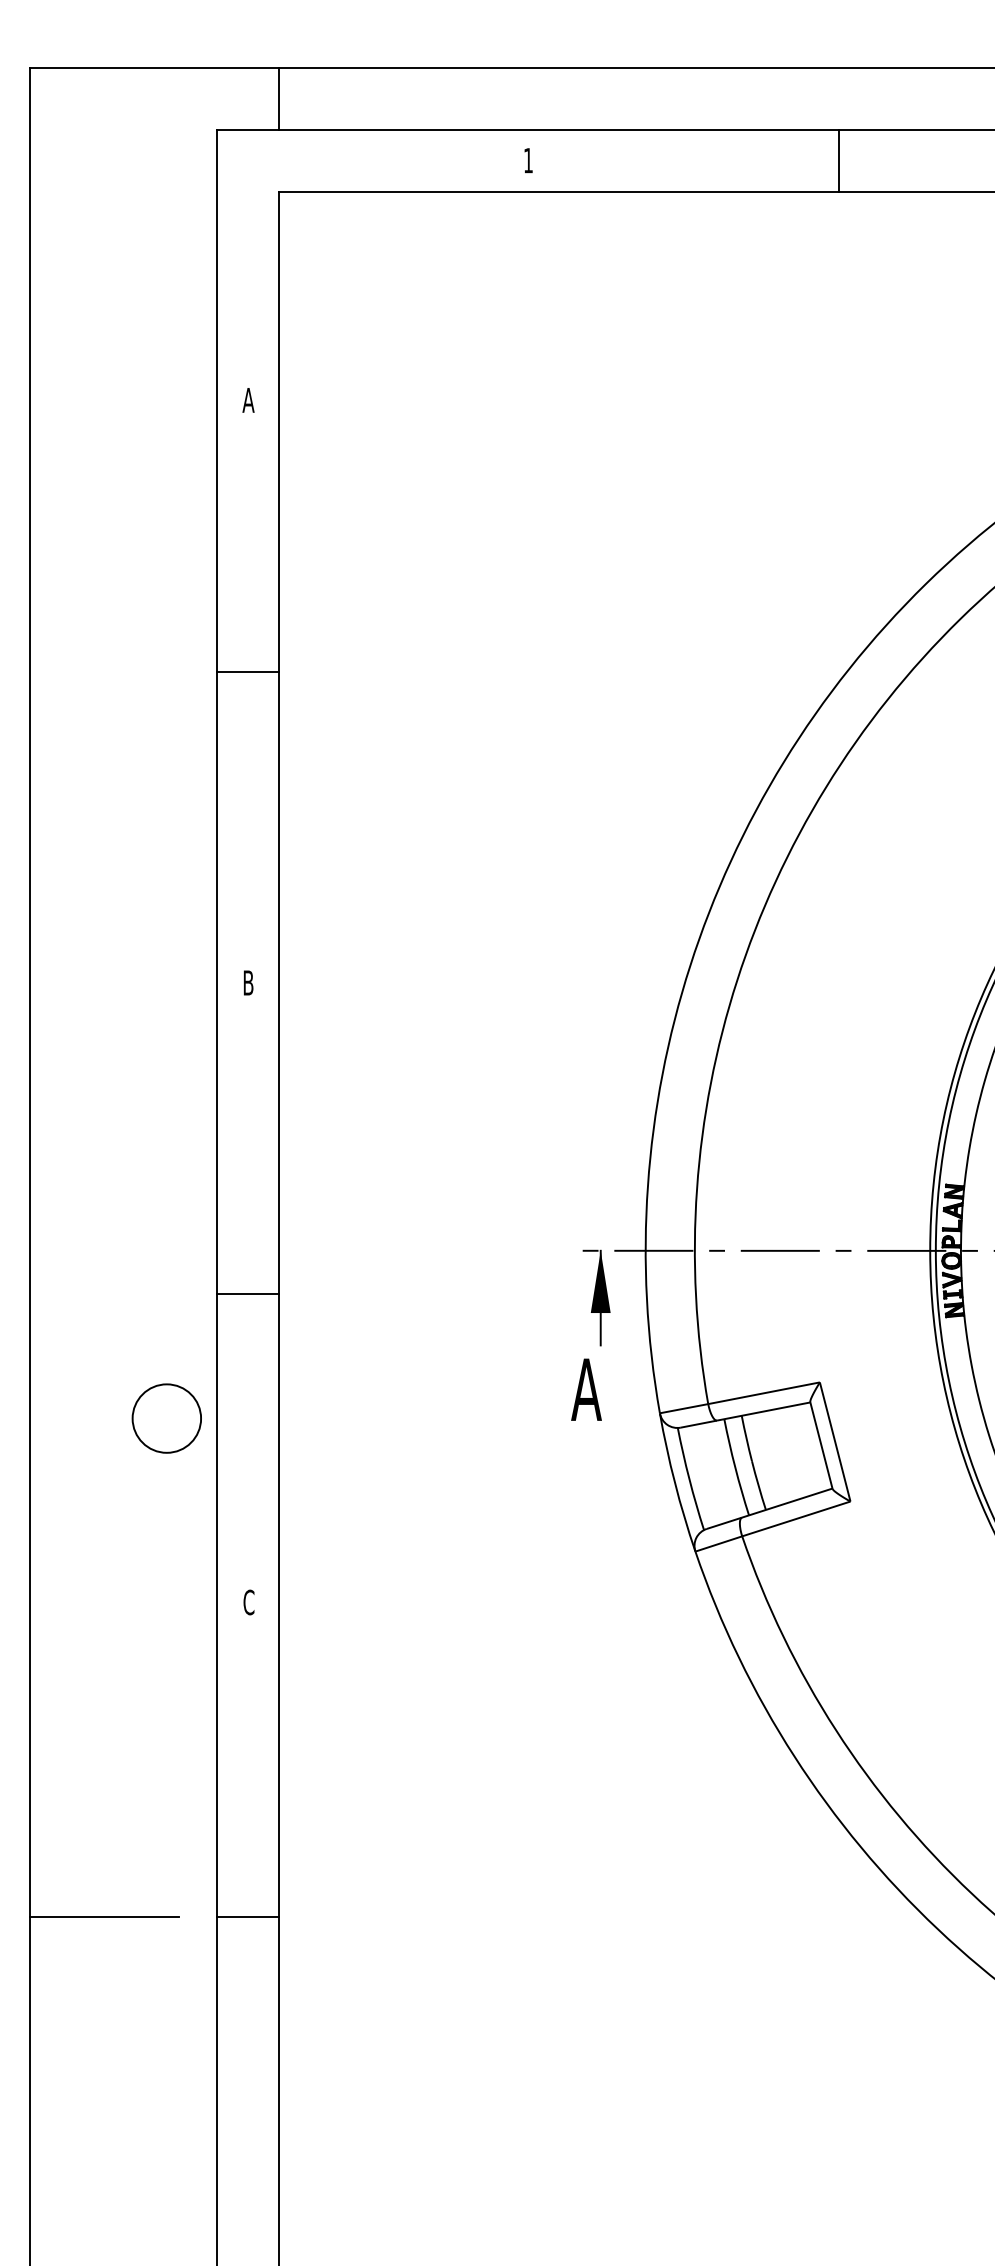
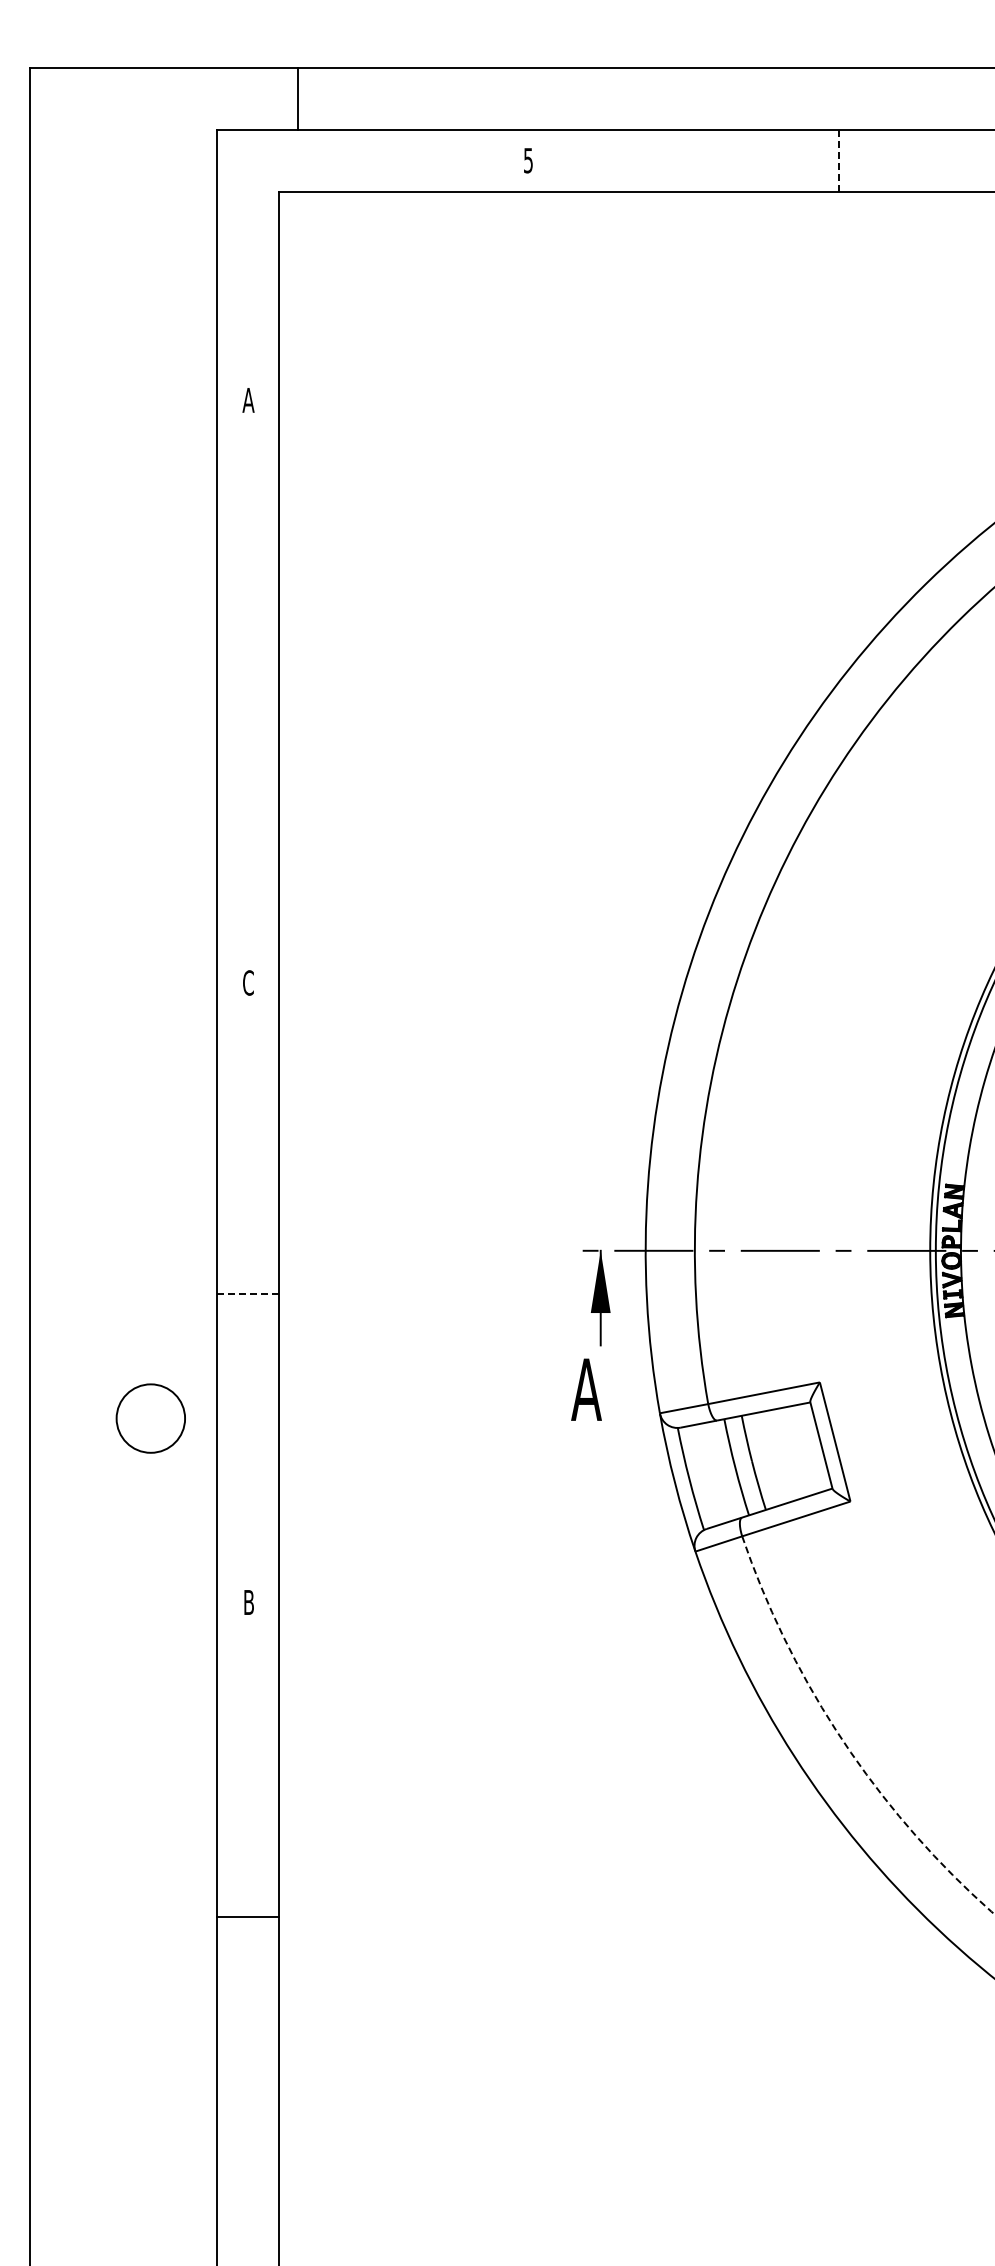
line at (278, 98) position: (278, 98) -> (297, 98)
text at (528, 160): 1 -> 5
line at (839, 161): solid -> dashed
line at (247, 671): present -> none
text at (248, 982): B -> C
line at (248, 1294): solid -> dashed
circle at (166, 1418) position: (166, 1418) -> (150, 1418)
text at (248, 1602): C -> B
arc at (843, 1741): solid -> dashed
line at (104, 1916): present -> none
